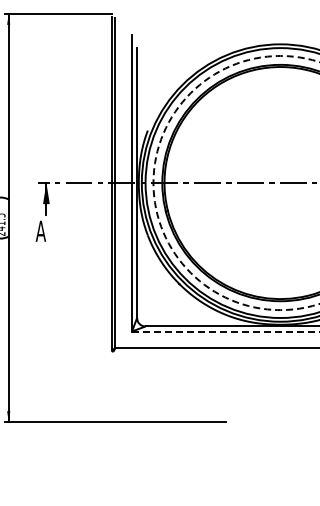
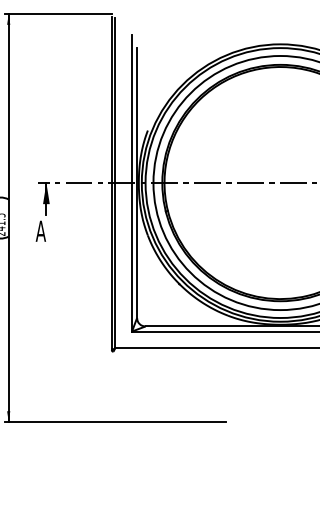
circle at (236, 183): dashed -> solid
line at (226, 331): dashed -> solid
